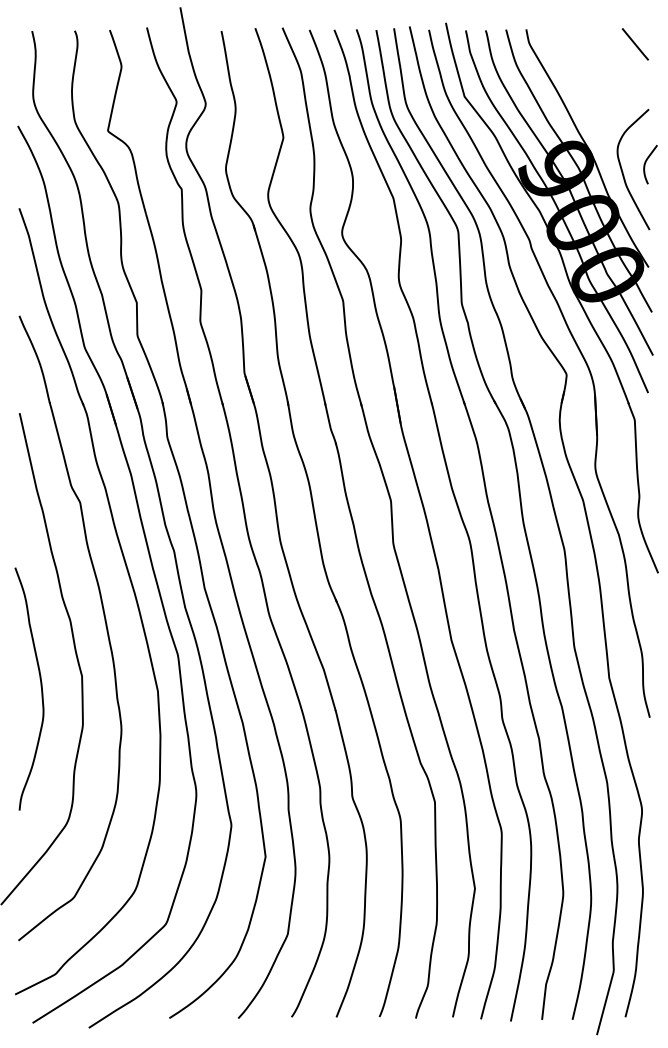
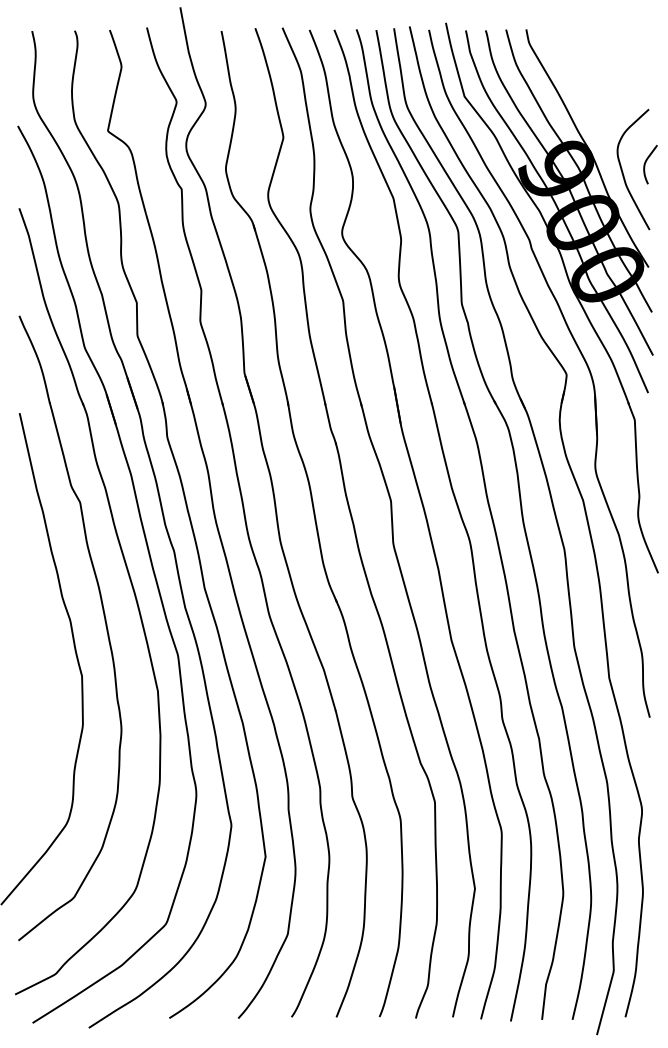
line at (635, 44): present -> none
curve at (40, 686): present -> none
